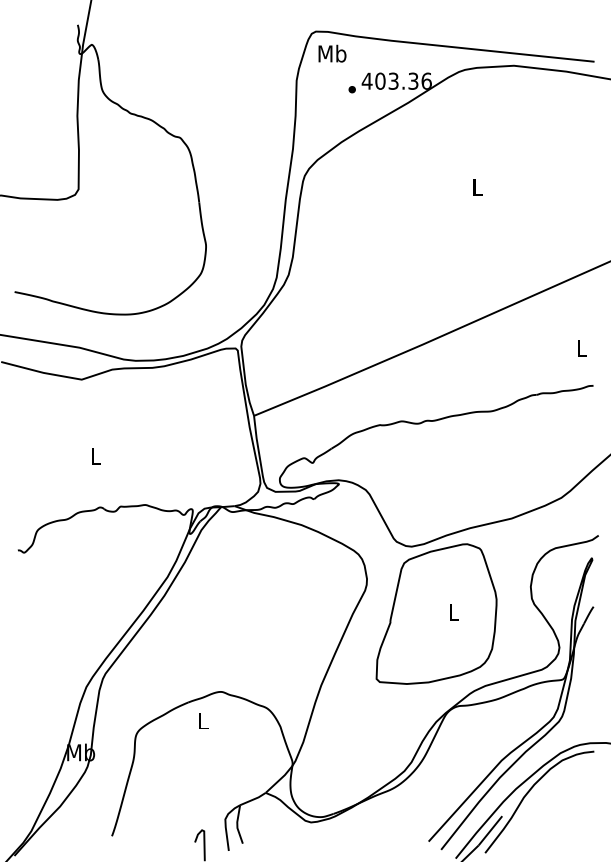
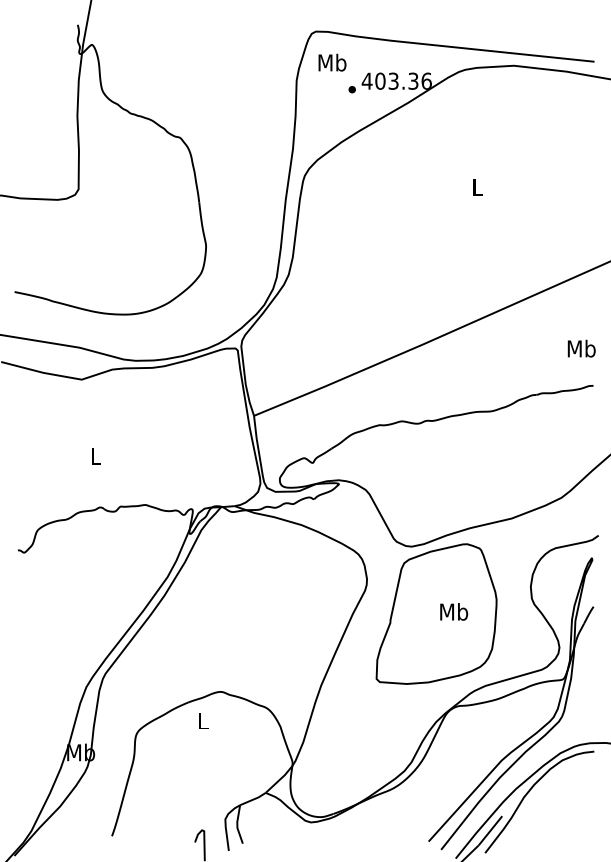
text at (332, 53) position: (332, 53) -> (332, 62)
text at (581, 348): L -> Mb
text at (454, 611): L -> Mb
